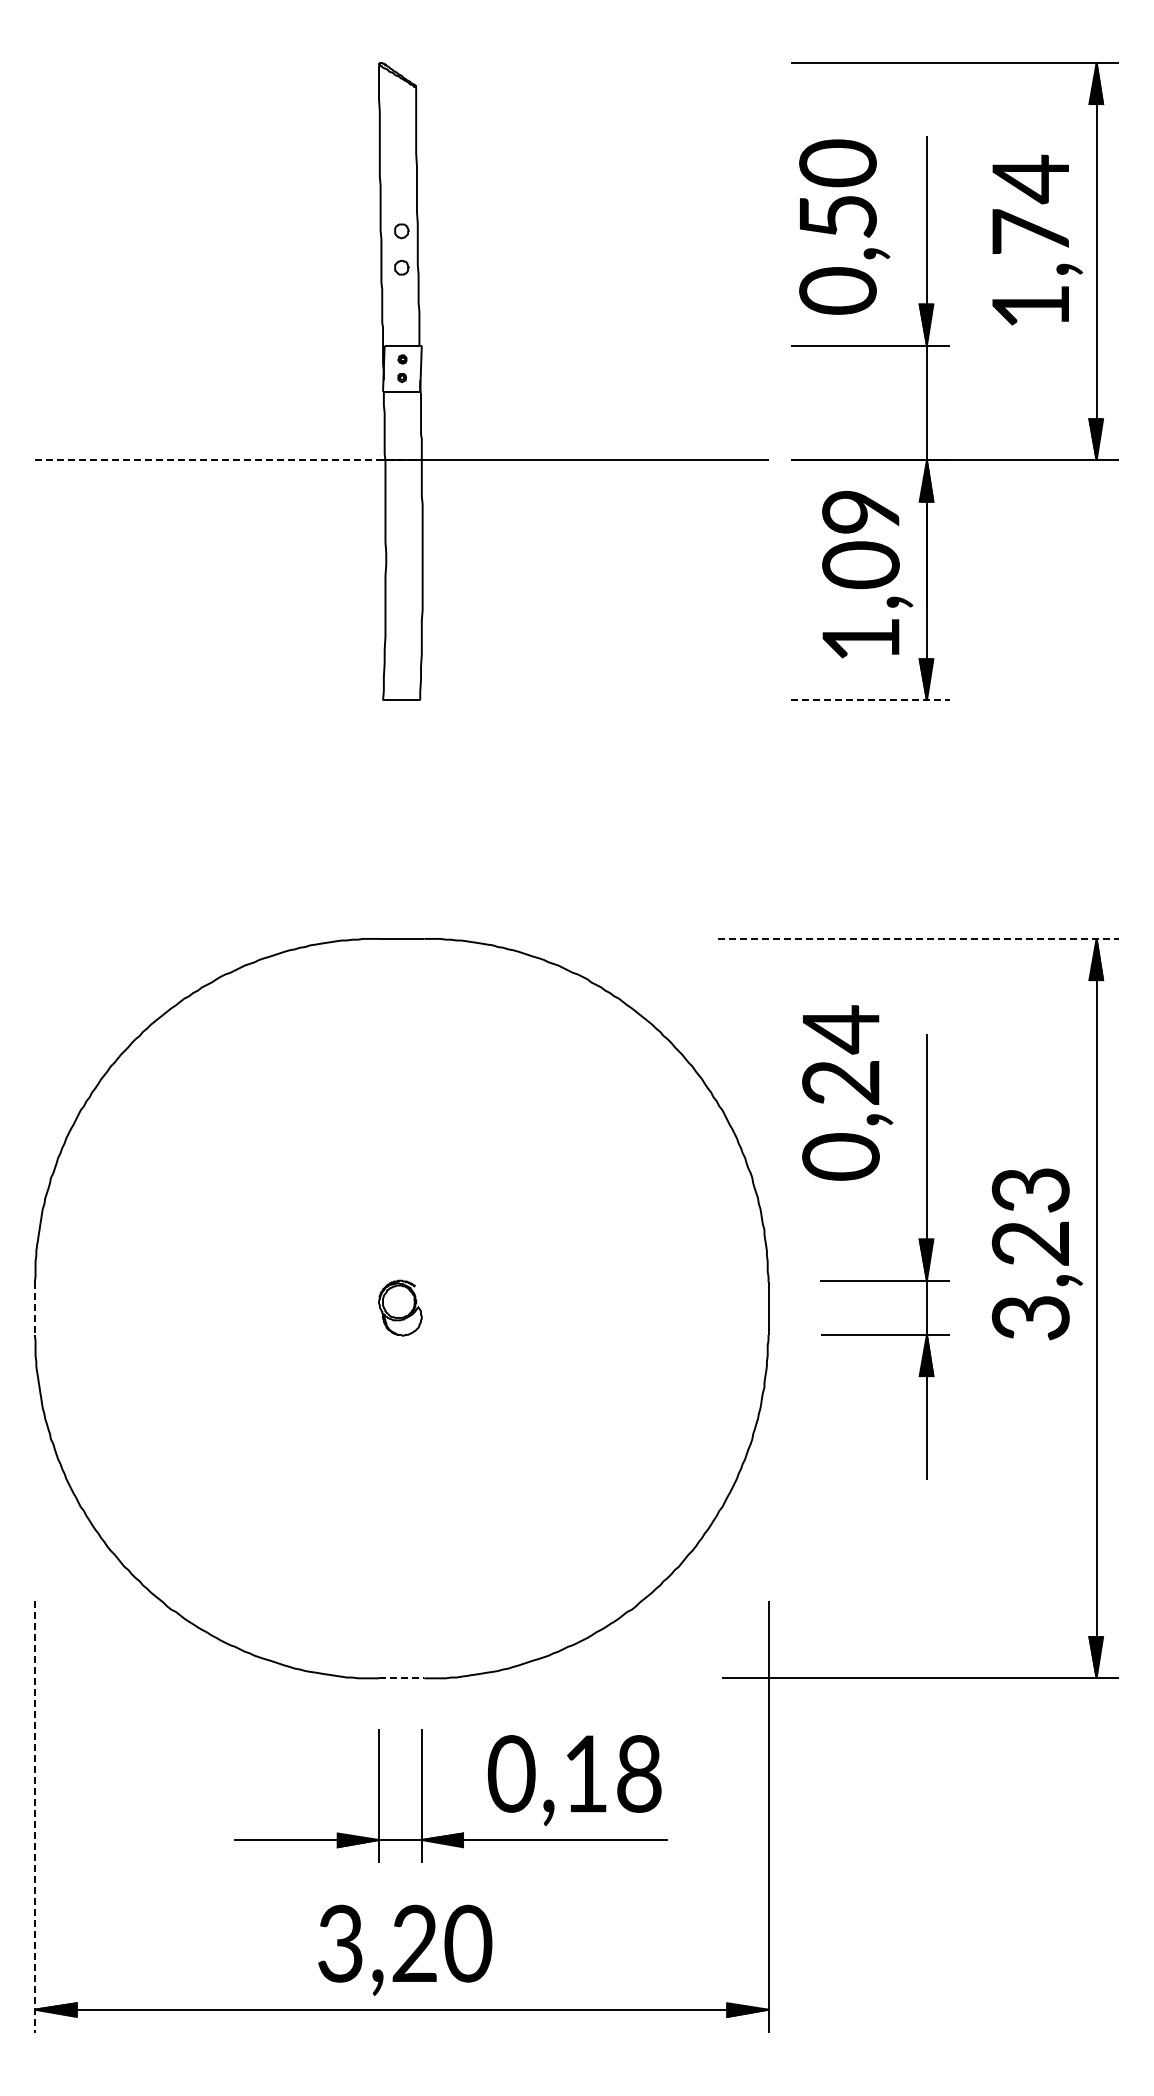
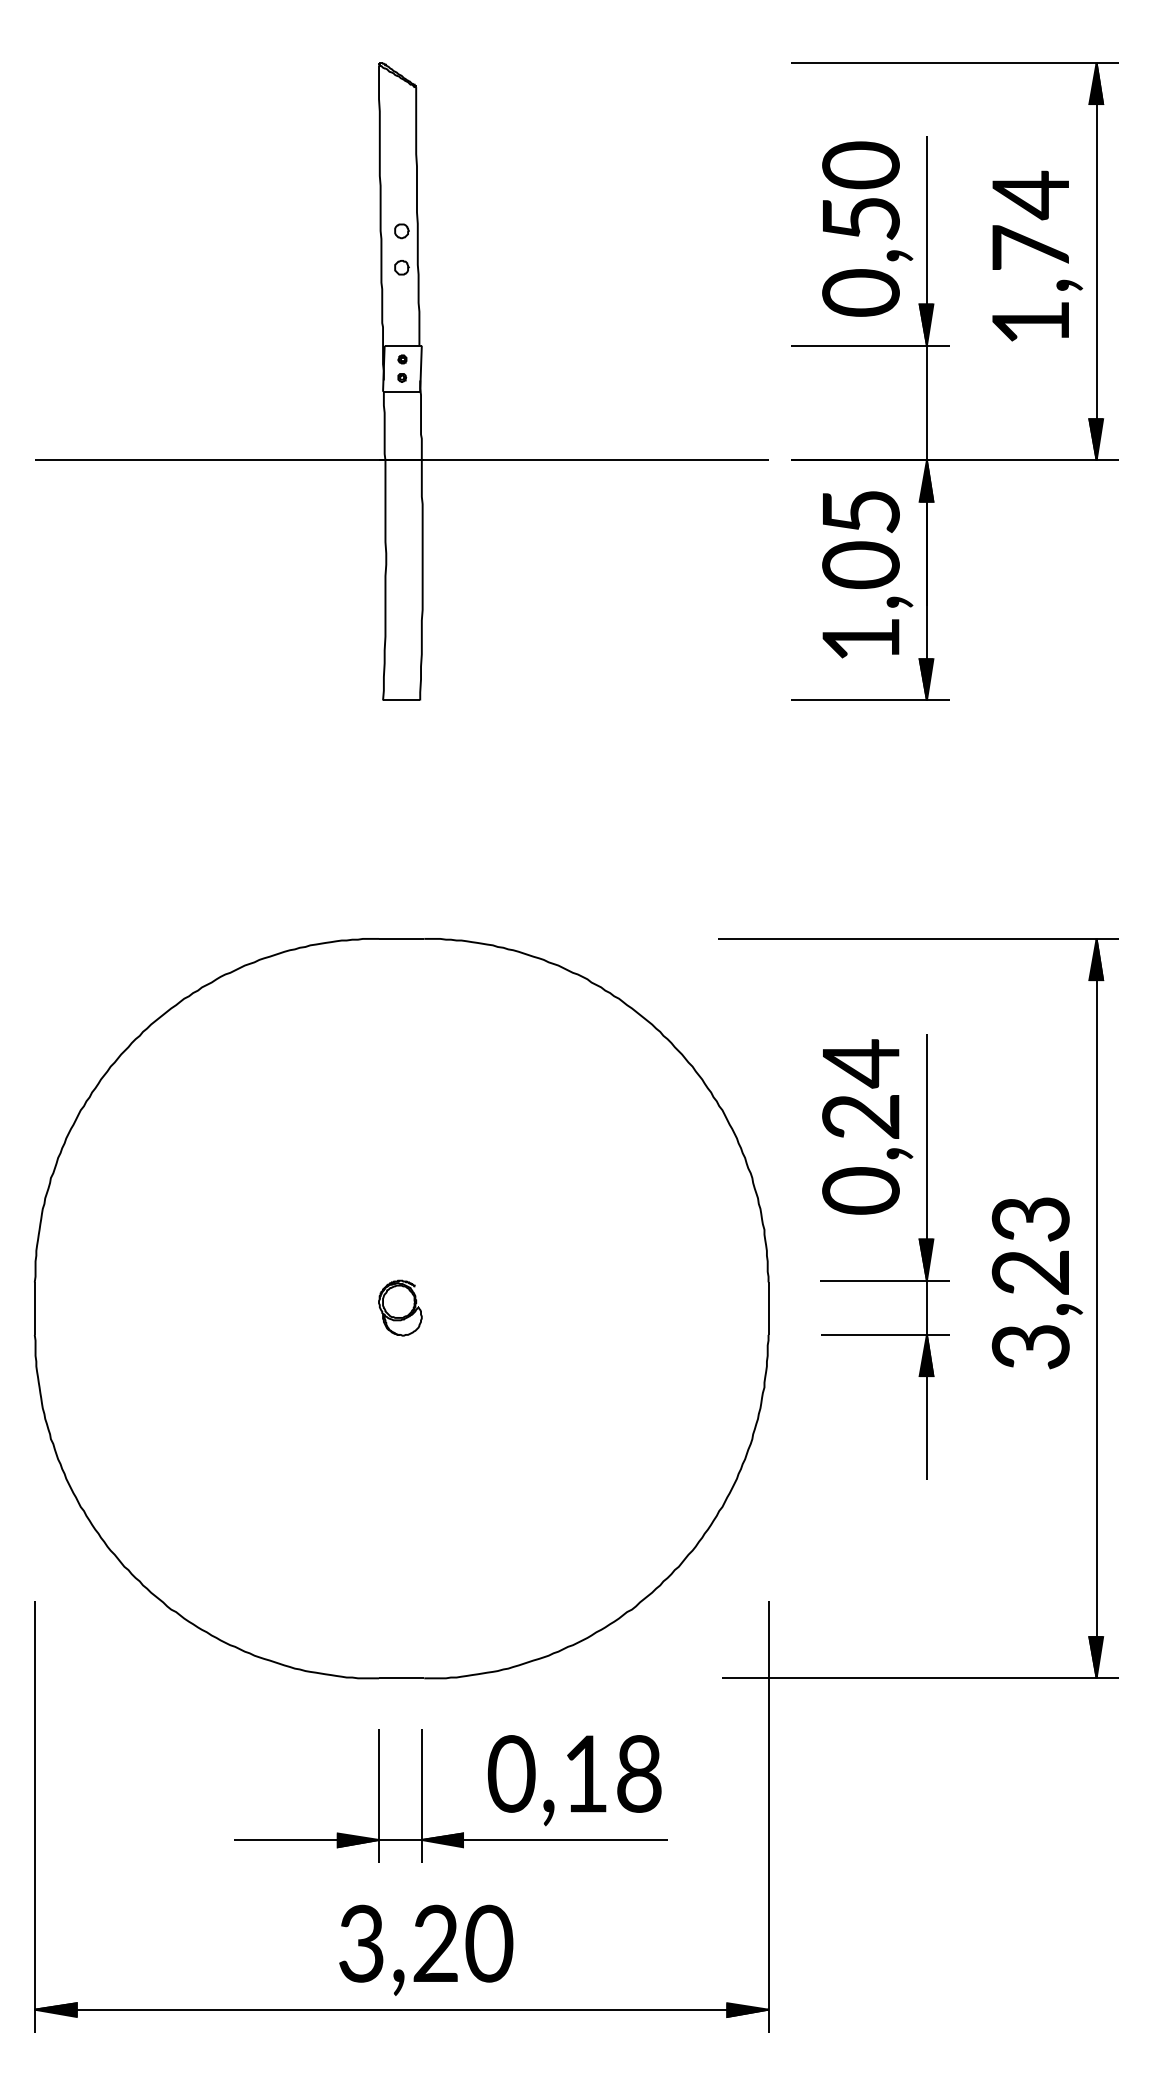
text at (844, 226) position: (844, 226) -> (867, 228)
text at (1037, 239) position: (1037, 239) -> (1037, 255)
line at (229, 460): dashed -> solid
text at (860, 511): 1,09 -> 1,05
line at (870, 700): dashed -> solid
line at (918, 938): dashed -> solid
text at (847, 1092) position: (847, 1092) -> (867, 1126)
text at (1037, 1254) position: (1037, 1254) -> (1037, 1283)
line at (34, 1309): dashed -> solid
line at (401, 1678): dashed -> solid
line at (34, 1817): dashed -> solid
text at (405, 1949) position: (405, 1949) -> (426, 1949)
